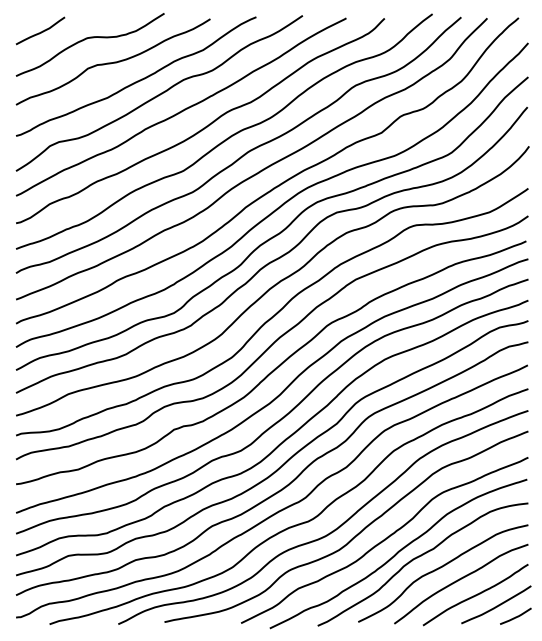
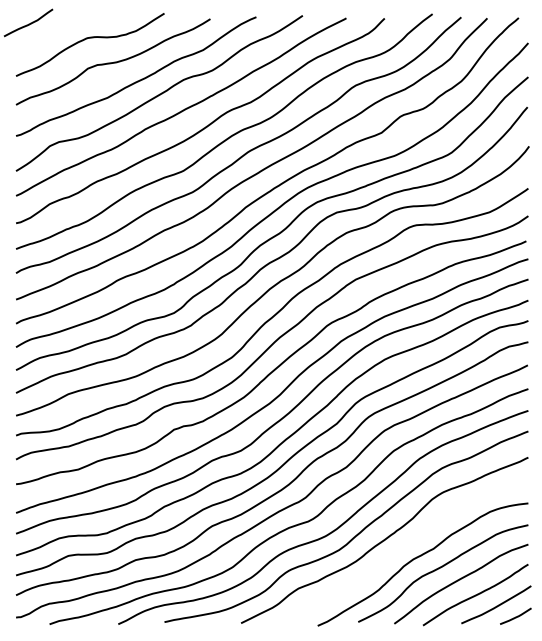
curve at (40, 31) position: (40, 31) -> (28, 23)
curve at (398, 553): present -> none
